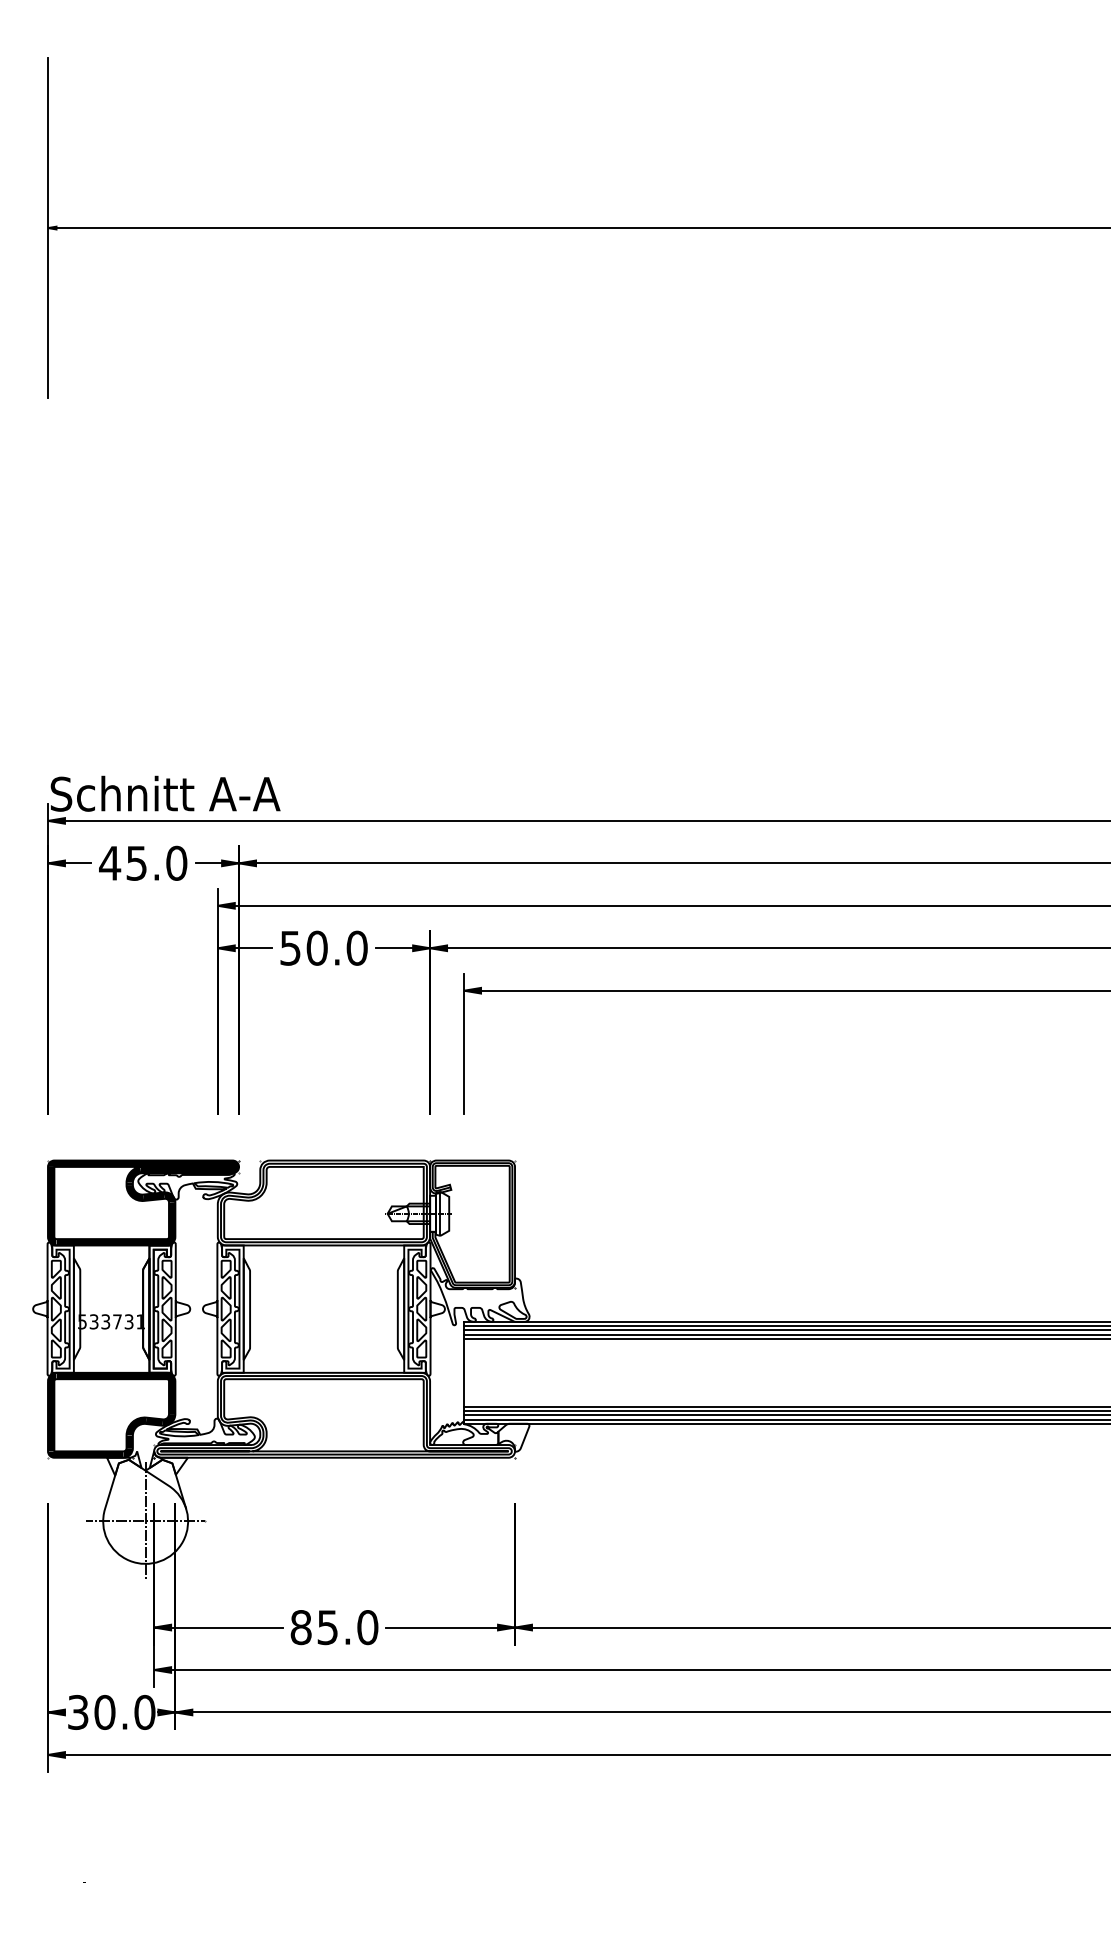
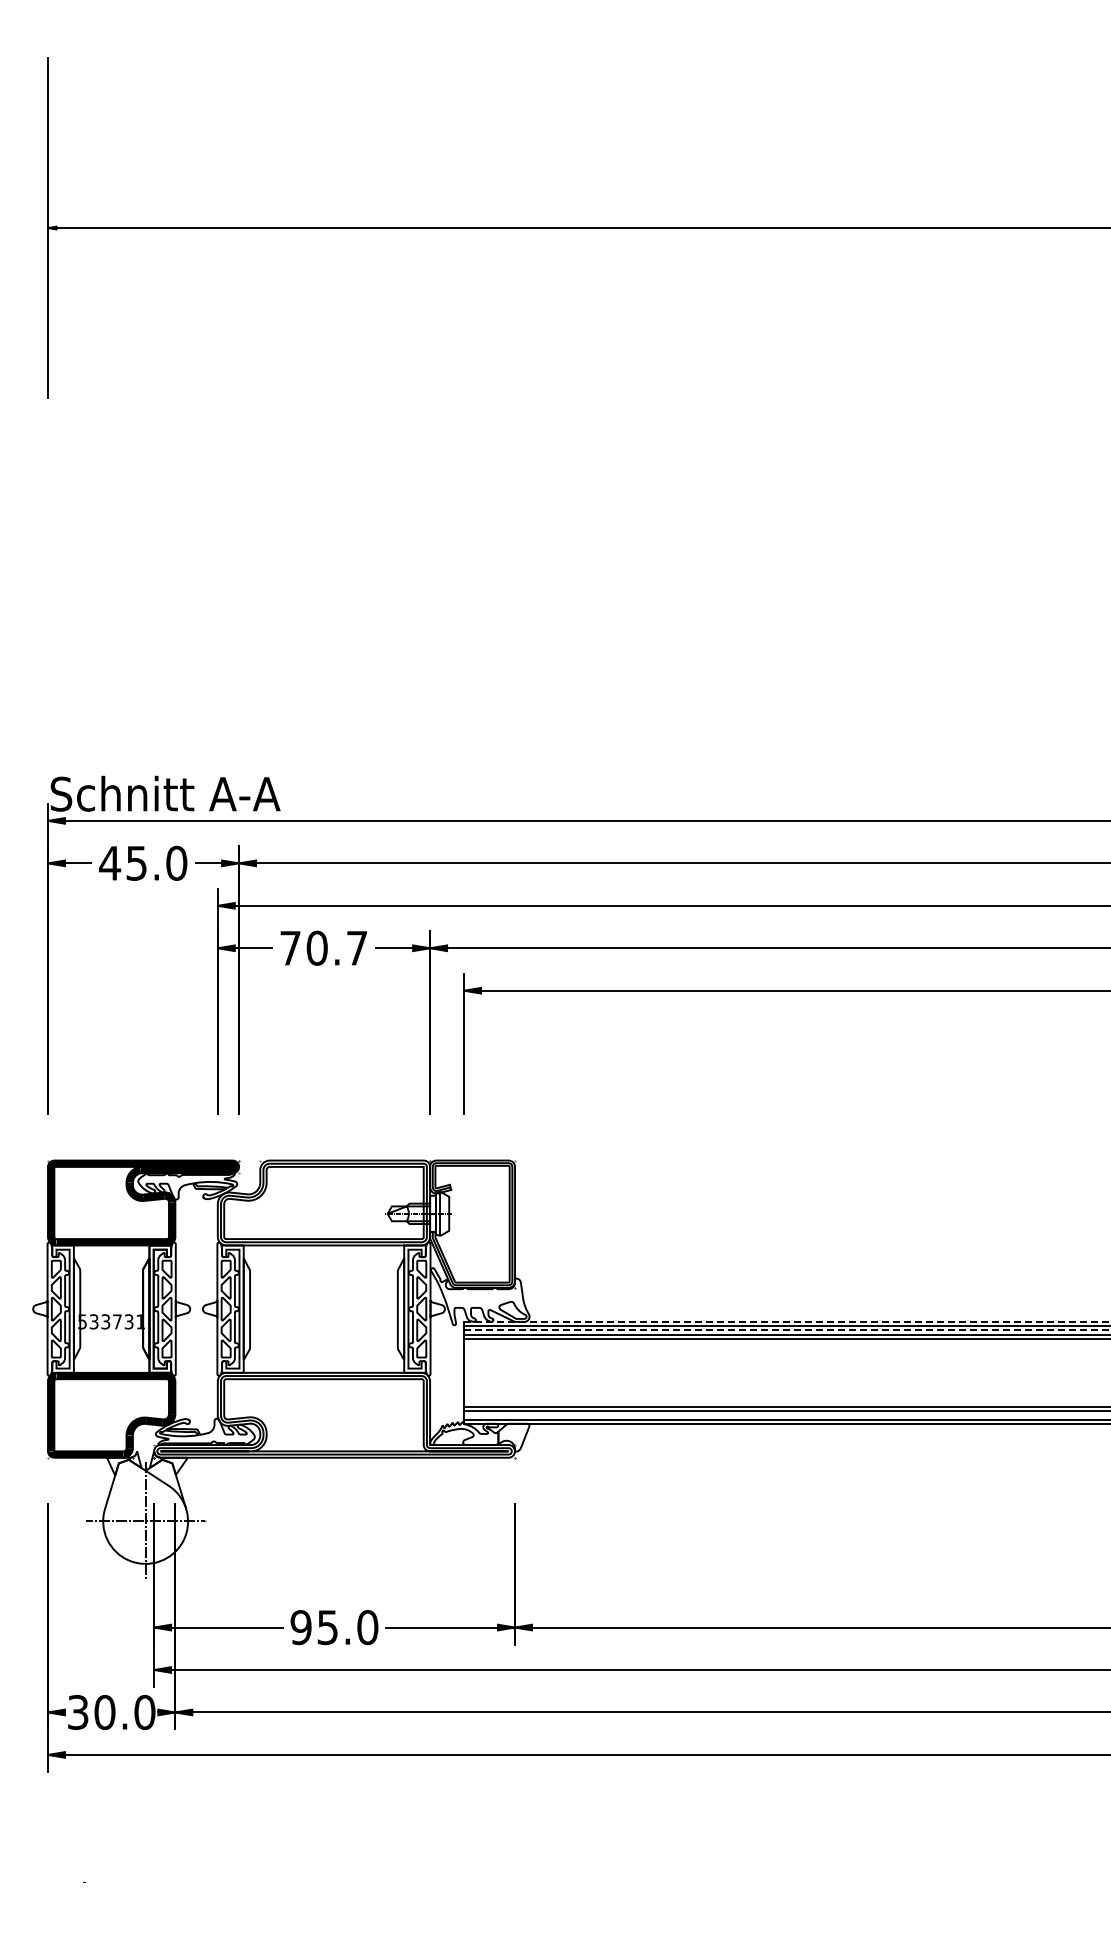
text at (323, 947): 50.0 -> 70.7
line at (787, 1321): solid -> dashed
line at (787, 1330): solid -> dashed
line at (785, 1415): present -> none
text at (300, 1627): 85.0 -> 95.0
